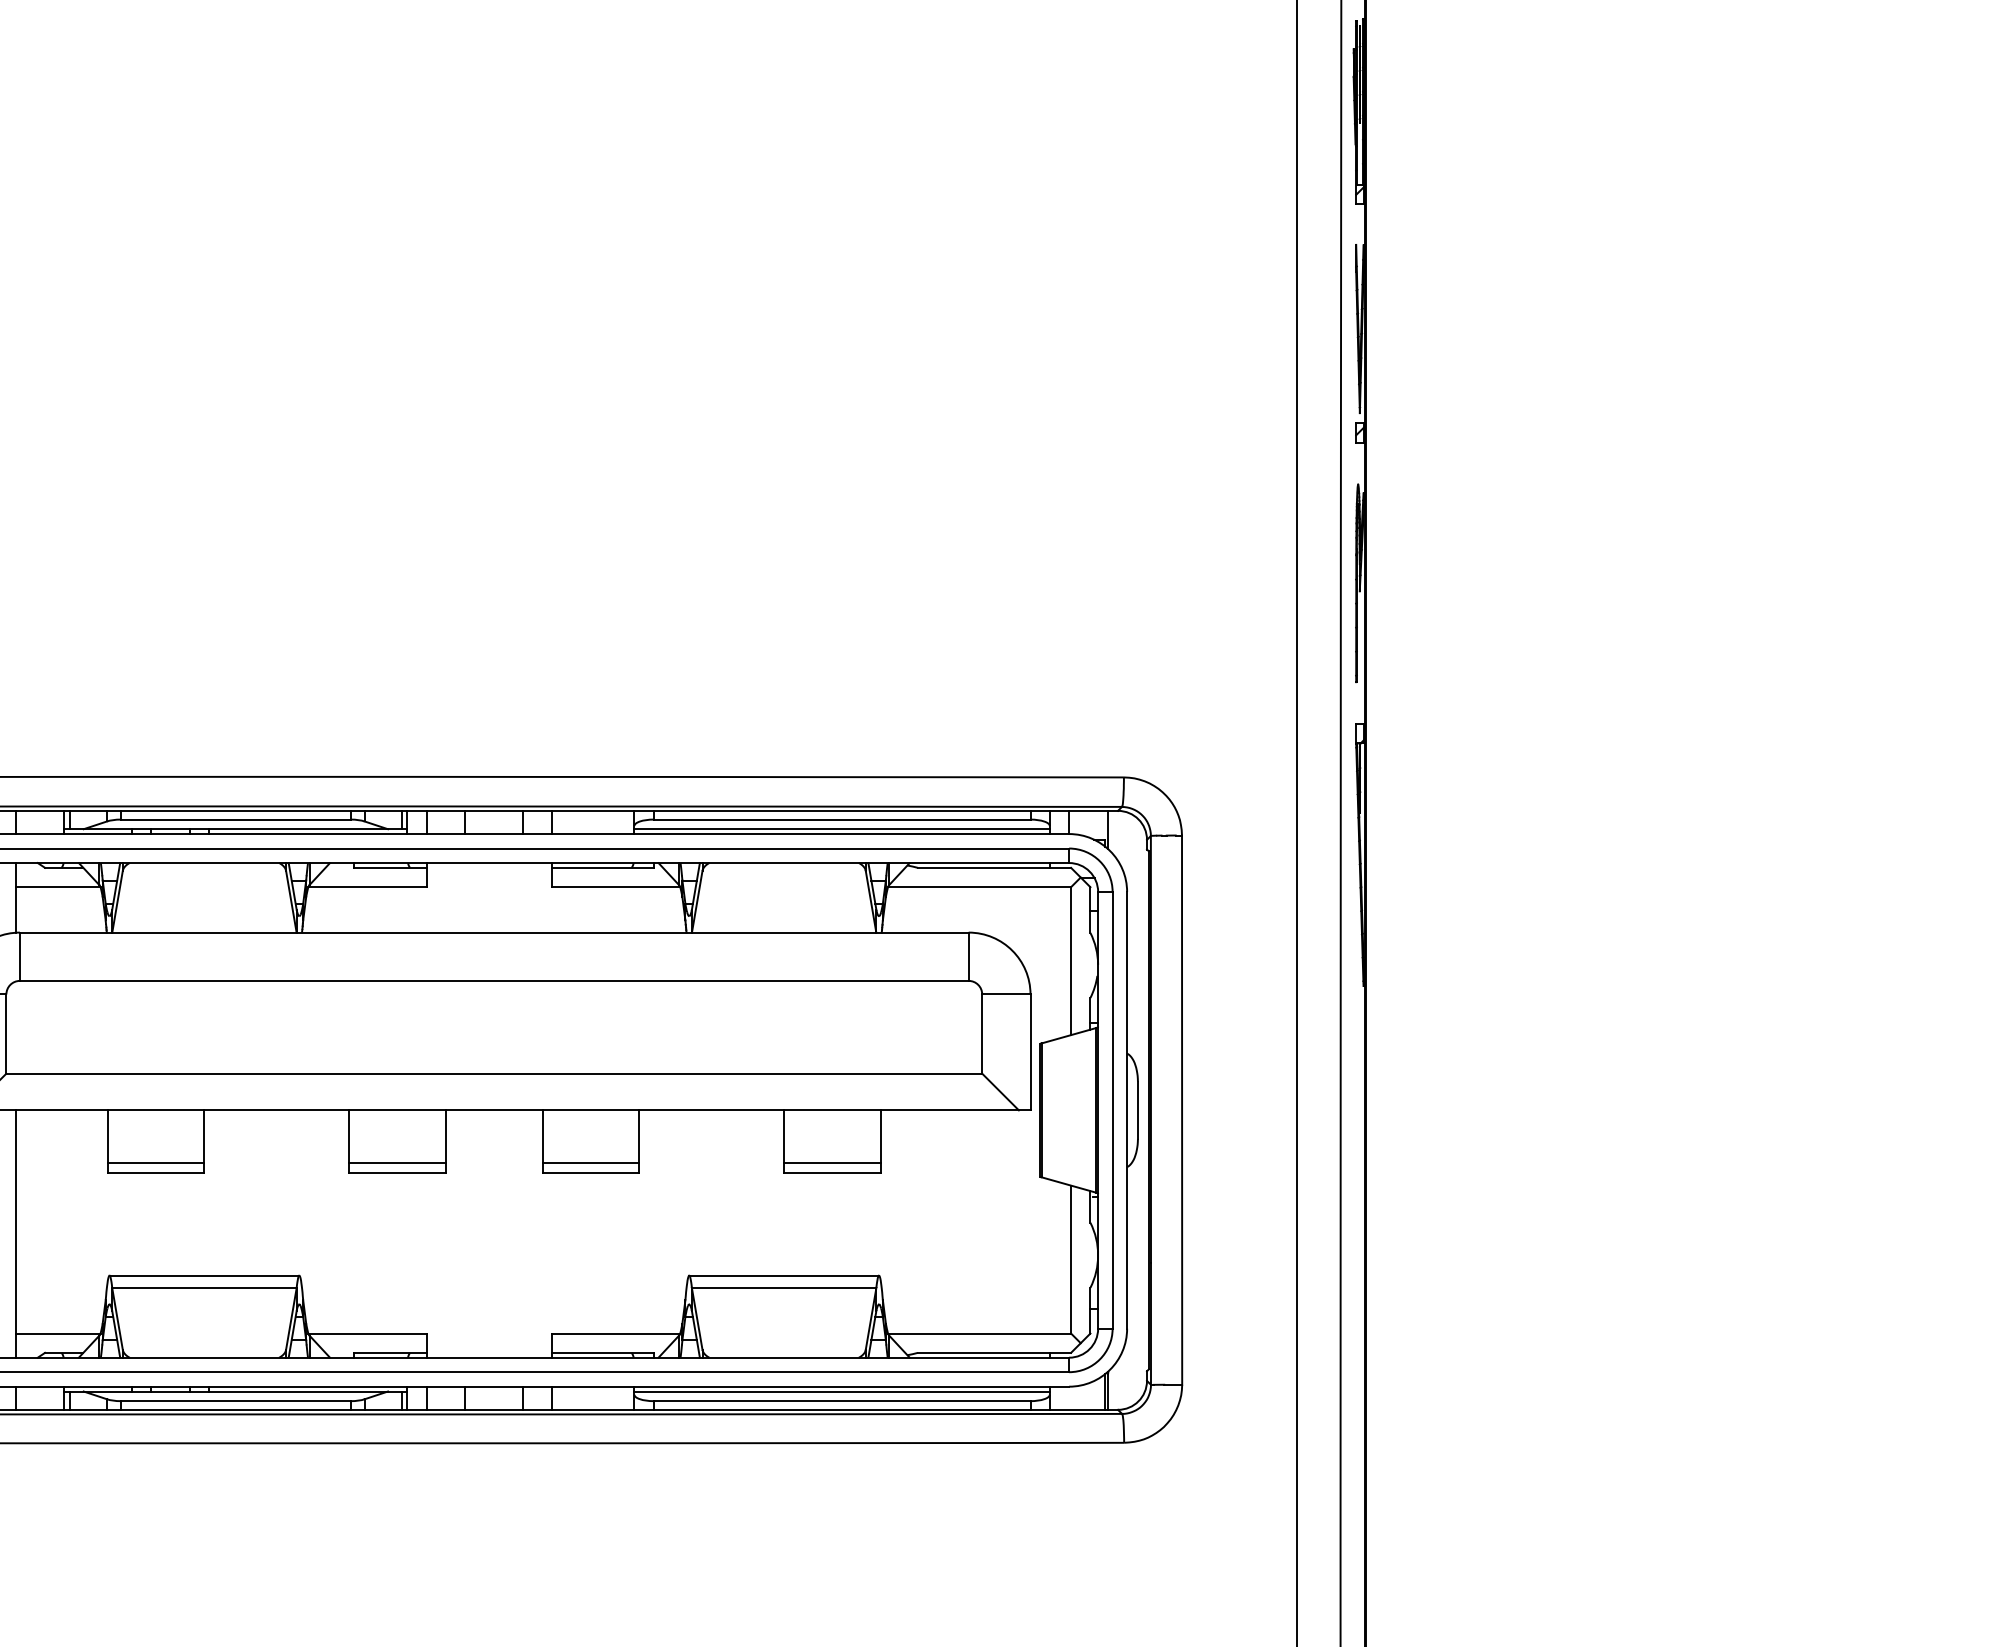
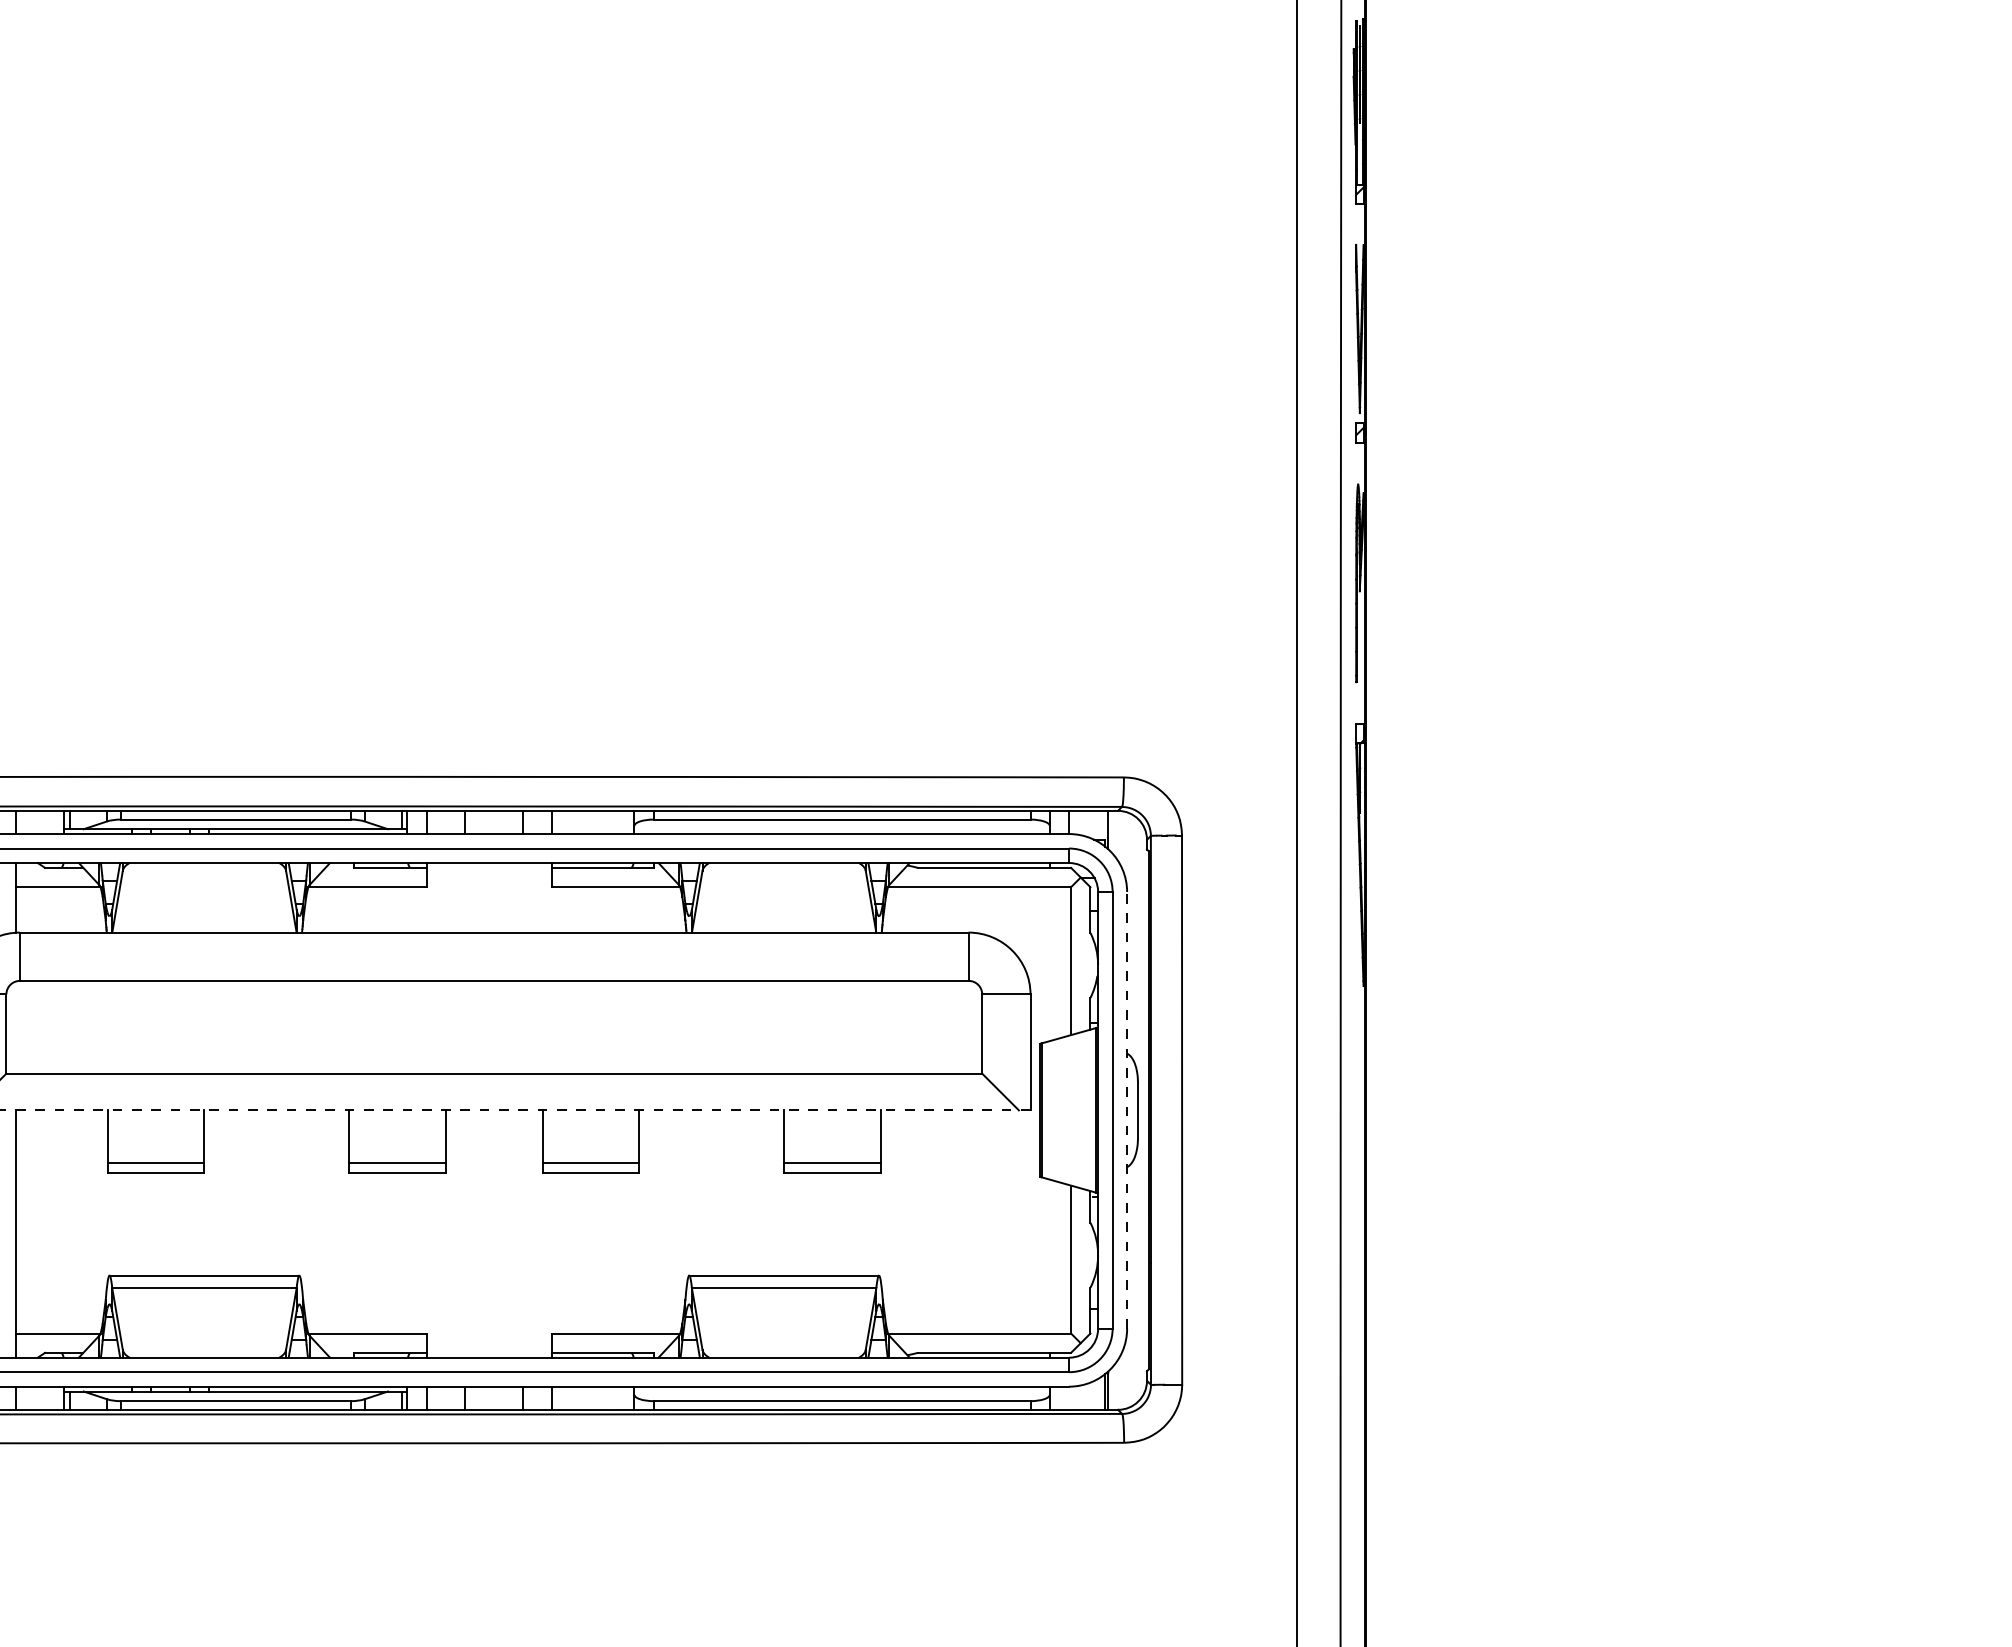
line at (841, 829): present -> none
line at (1127, 1109): solid -> dashed
line at (515, 1110): solid -> dashed
line at (841, 1391): present -> none
